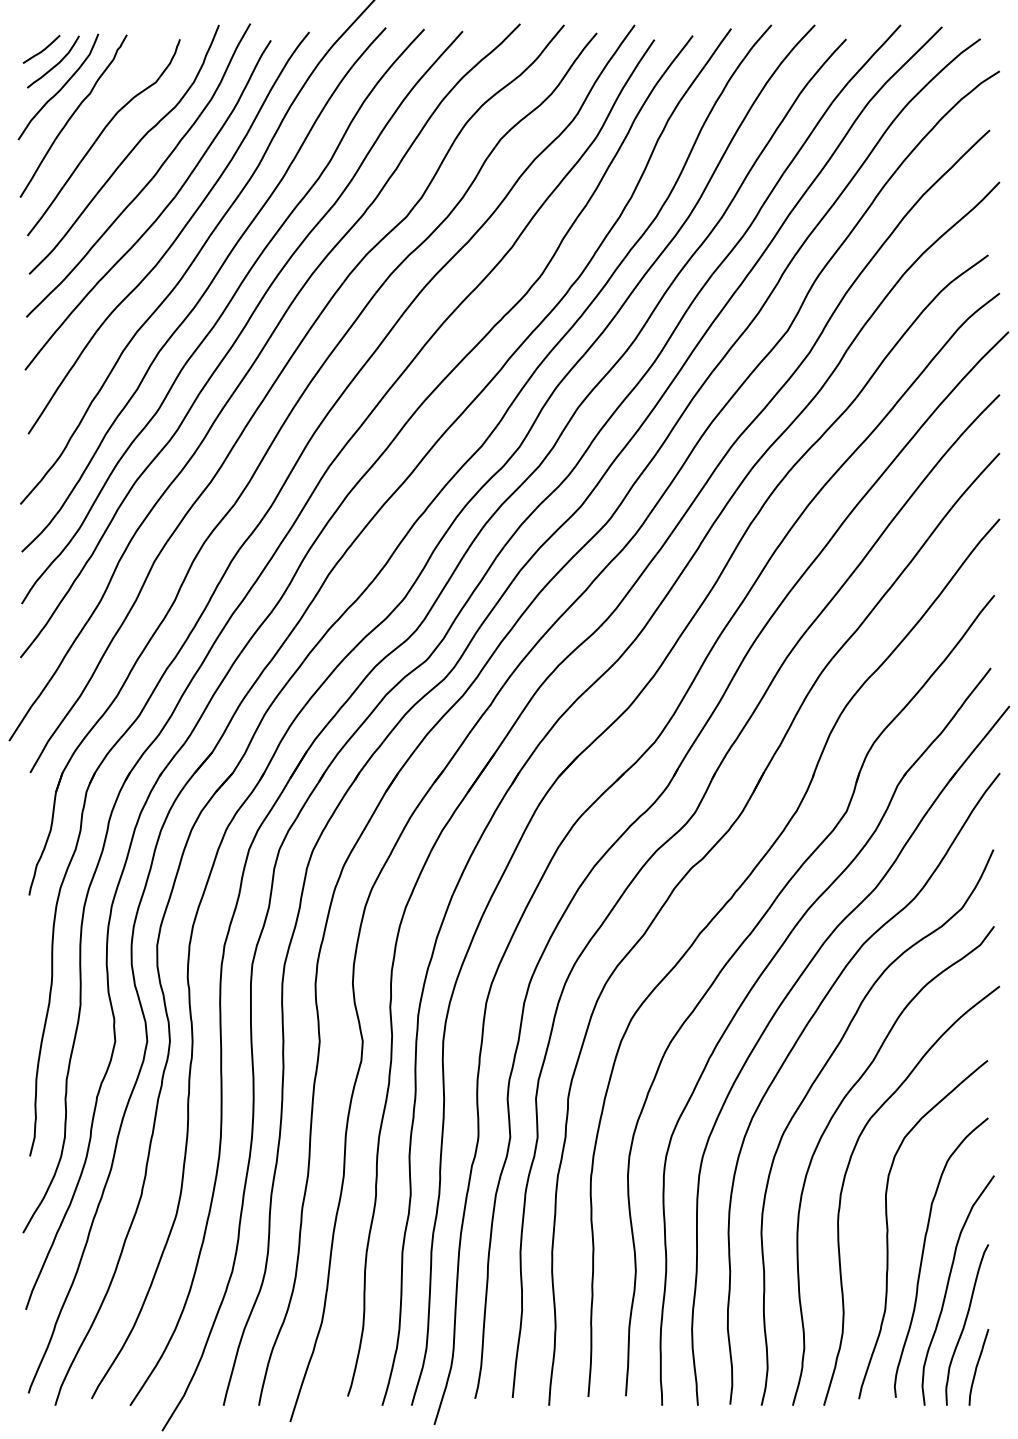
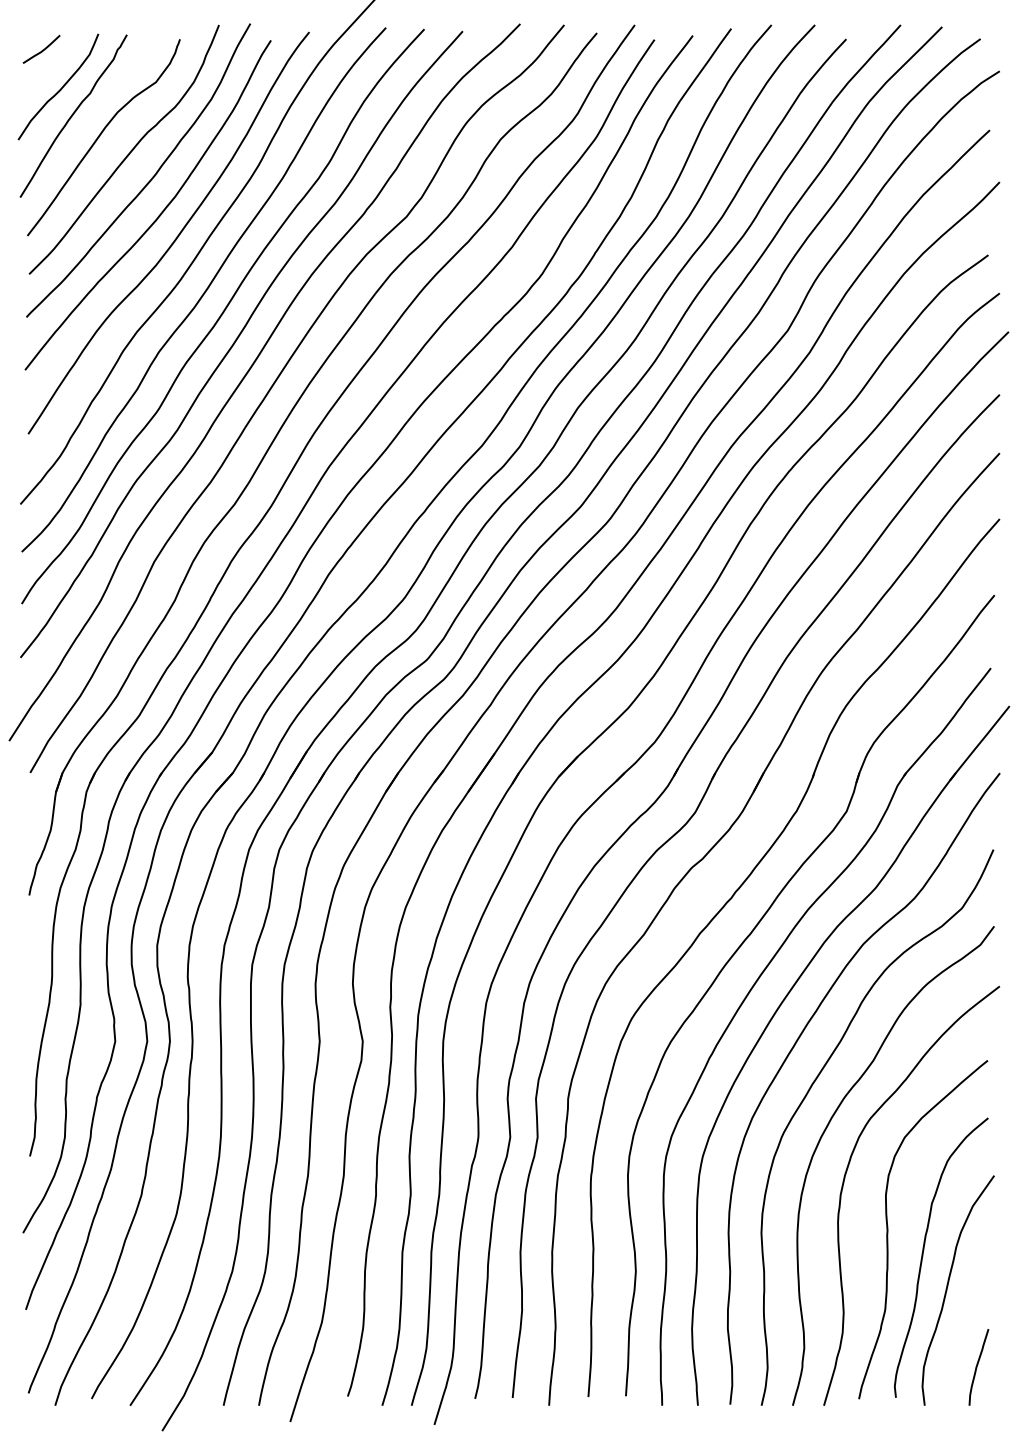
curve at (56, 63): present -> none
curve at (965, 1324): present -> none
